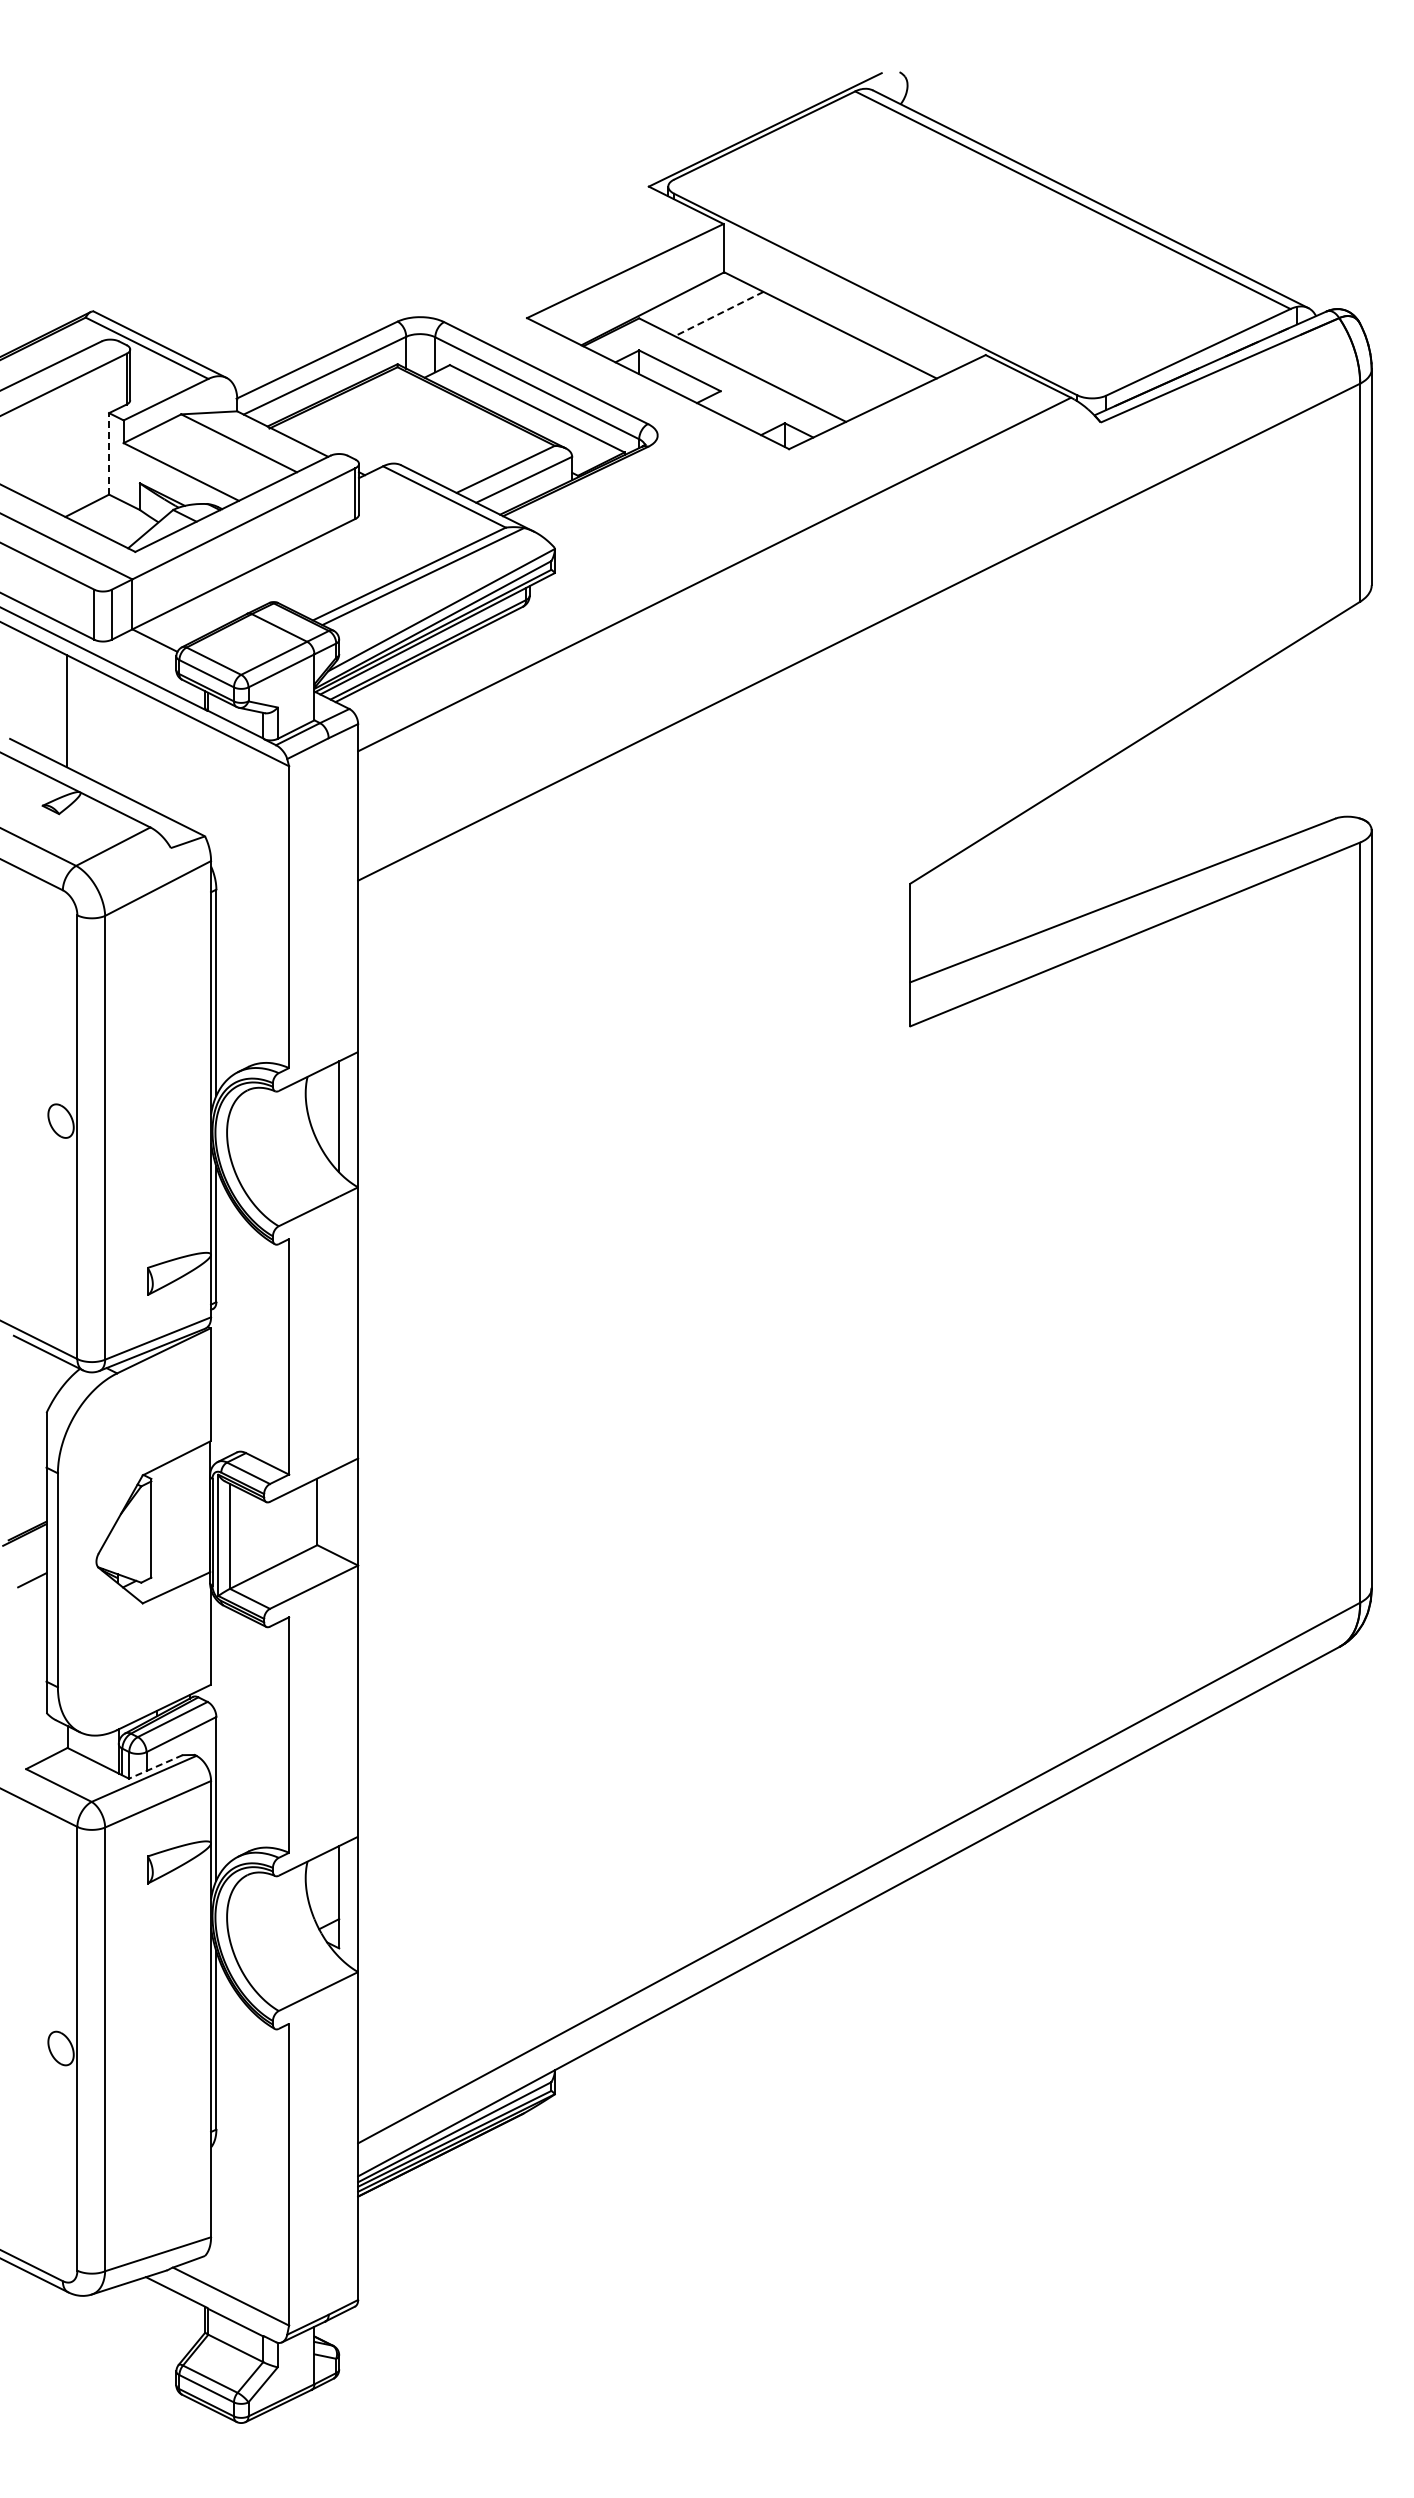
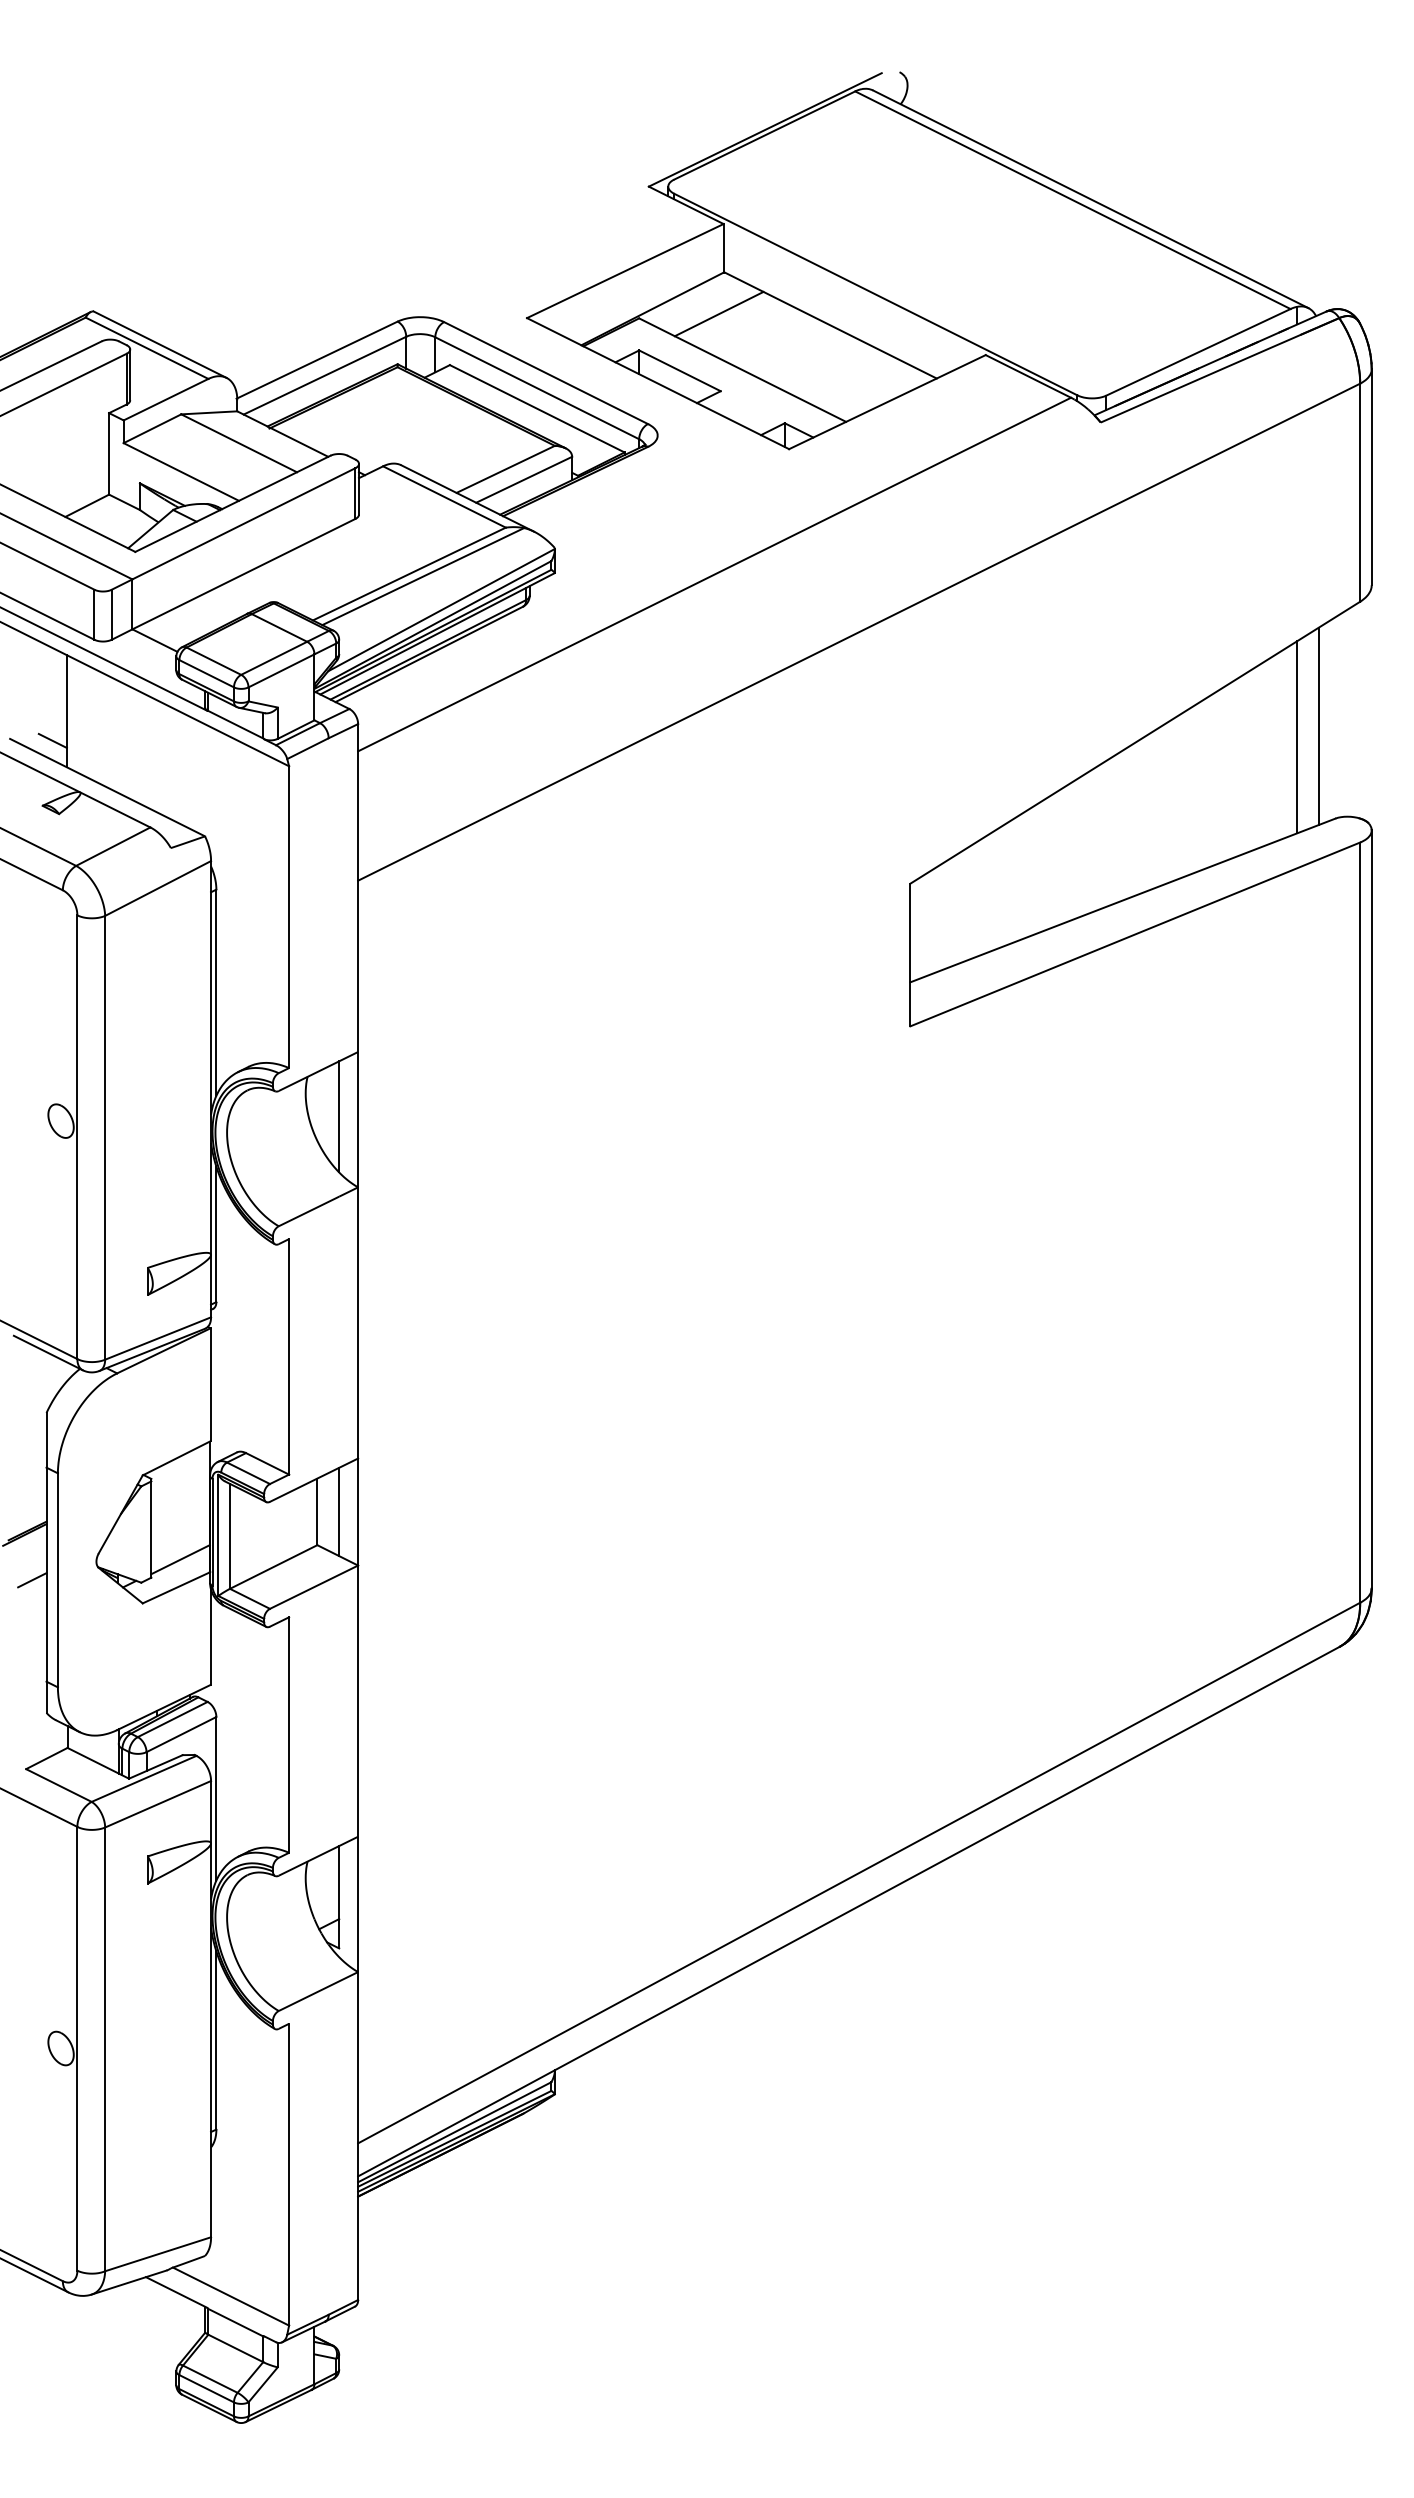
line at (719, 314): dashed -> solid
line at (109, 453): dashed -> solid
line at (1319, 725): none -> present
line at (1297, 737): none -> present
line at (52, 740): none -> present
line at (339, 1511): none -> present
line at (180, 1559): none -> present
line at (155, 1767): dashed -> solid
